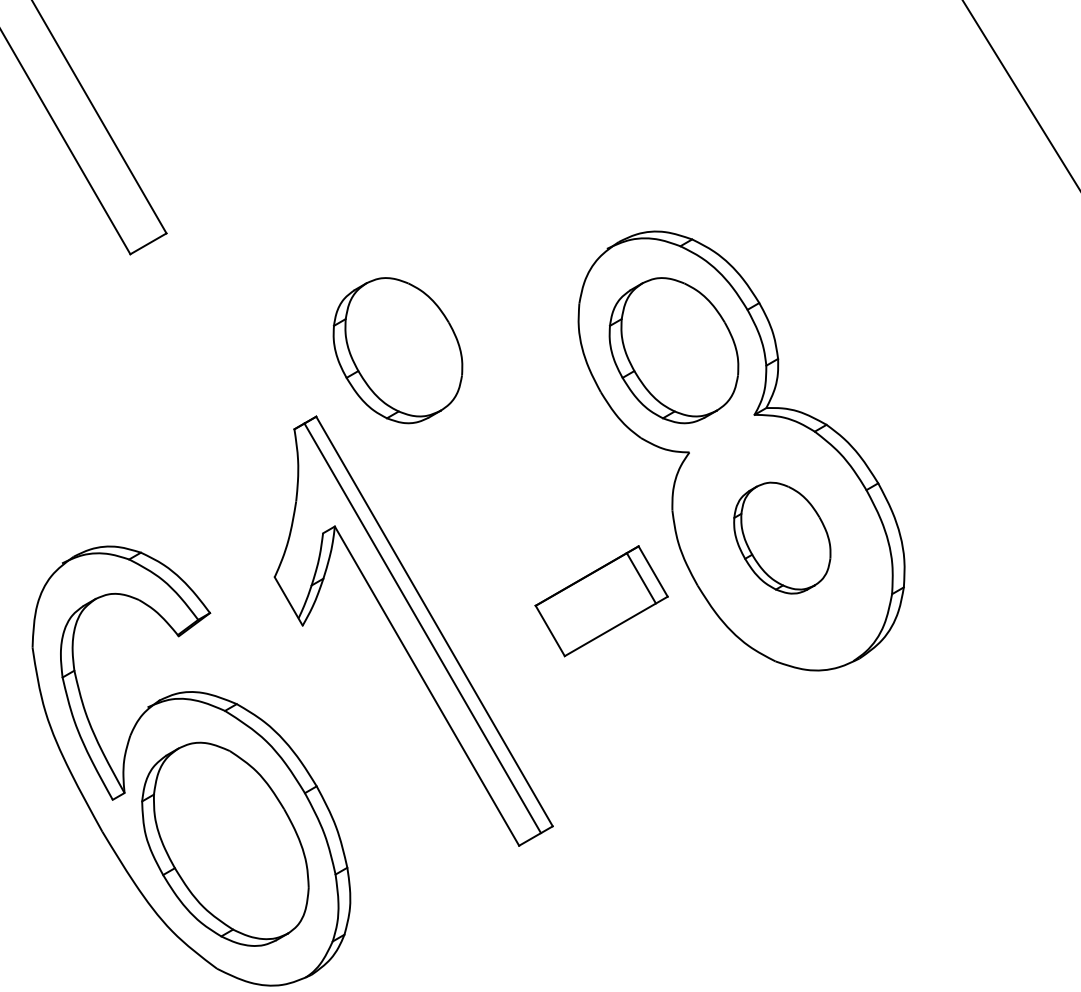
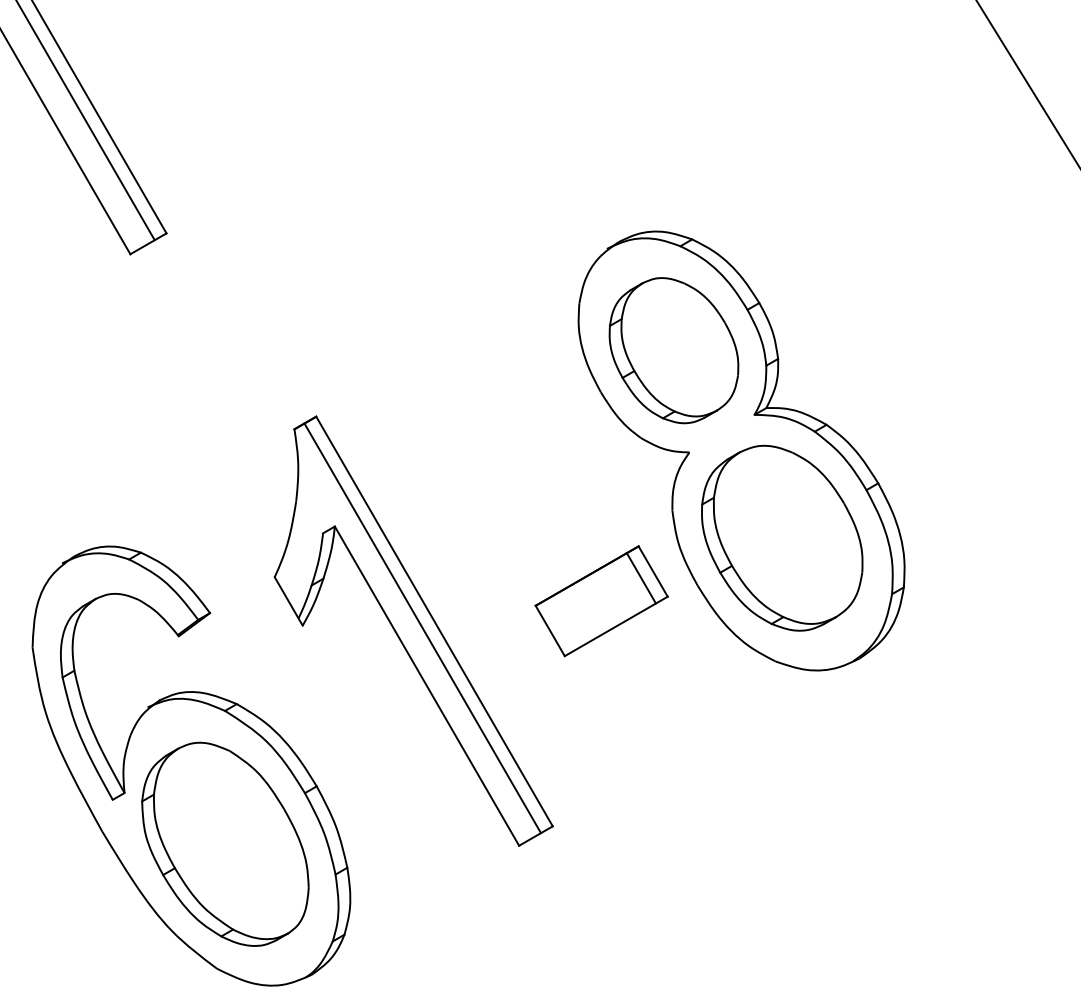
line at (1020, 94) position: (1020, 94) -> (1027, 83)
line at (85, 121): none -> present
part at (397, 350): present -> none
part at (782, 537) size: 99x114 px -> 163x188 px
